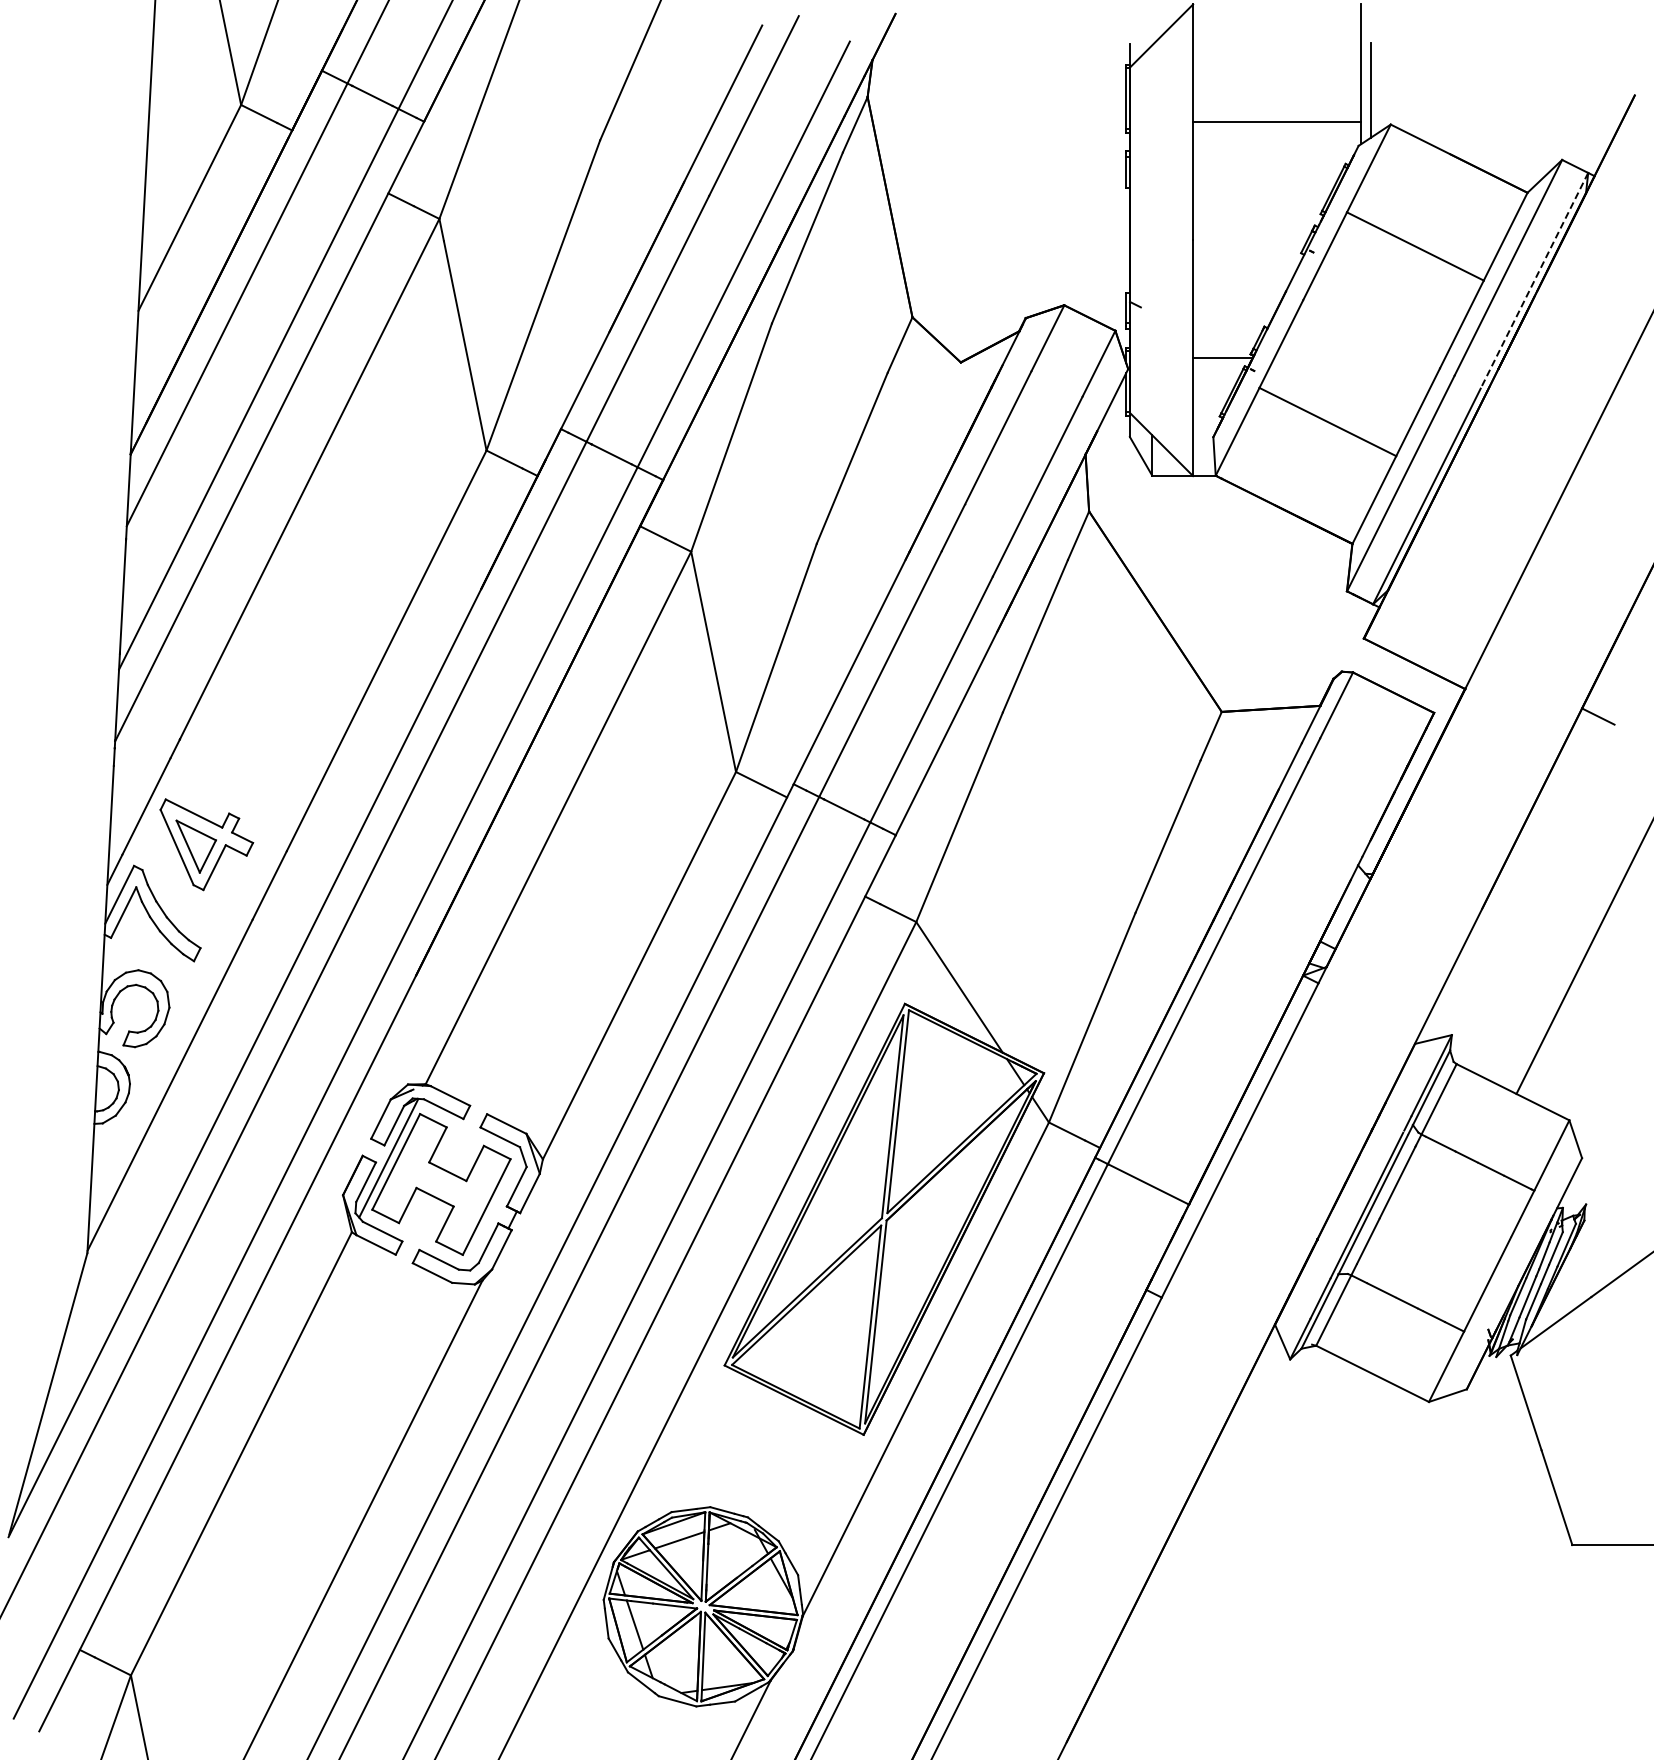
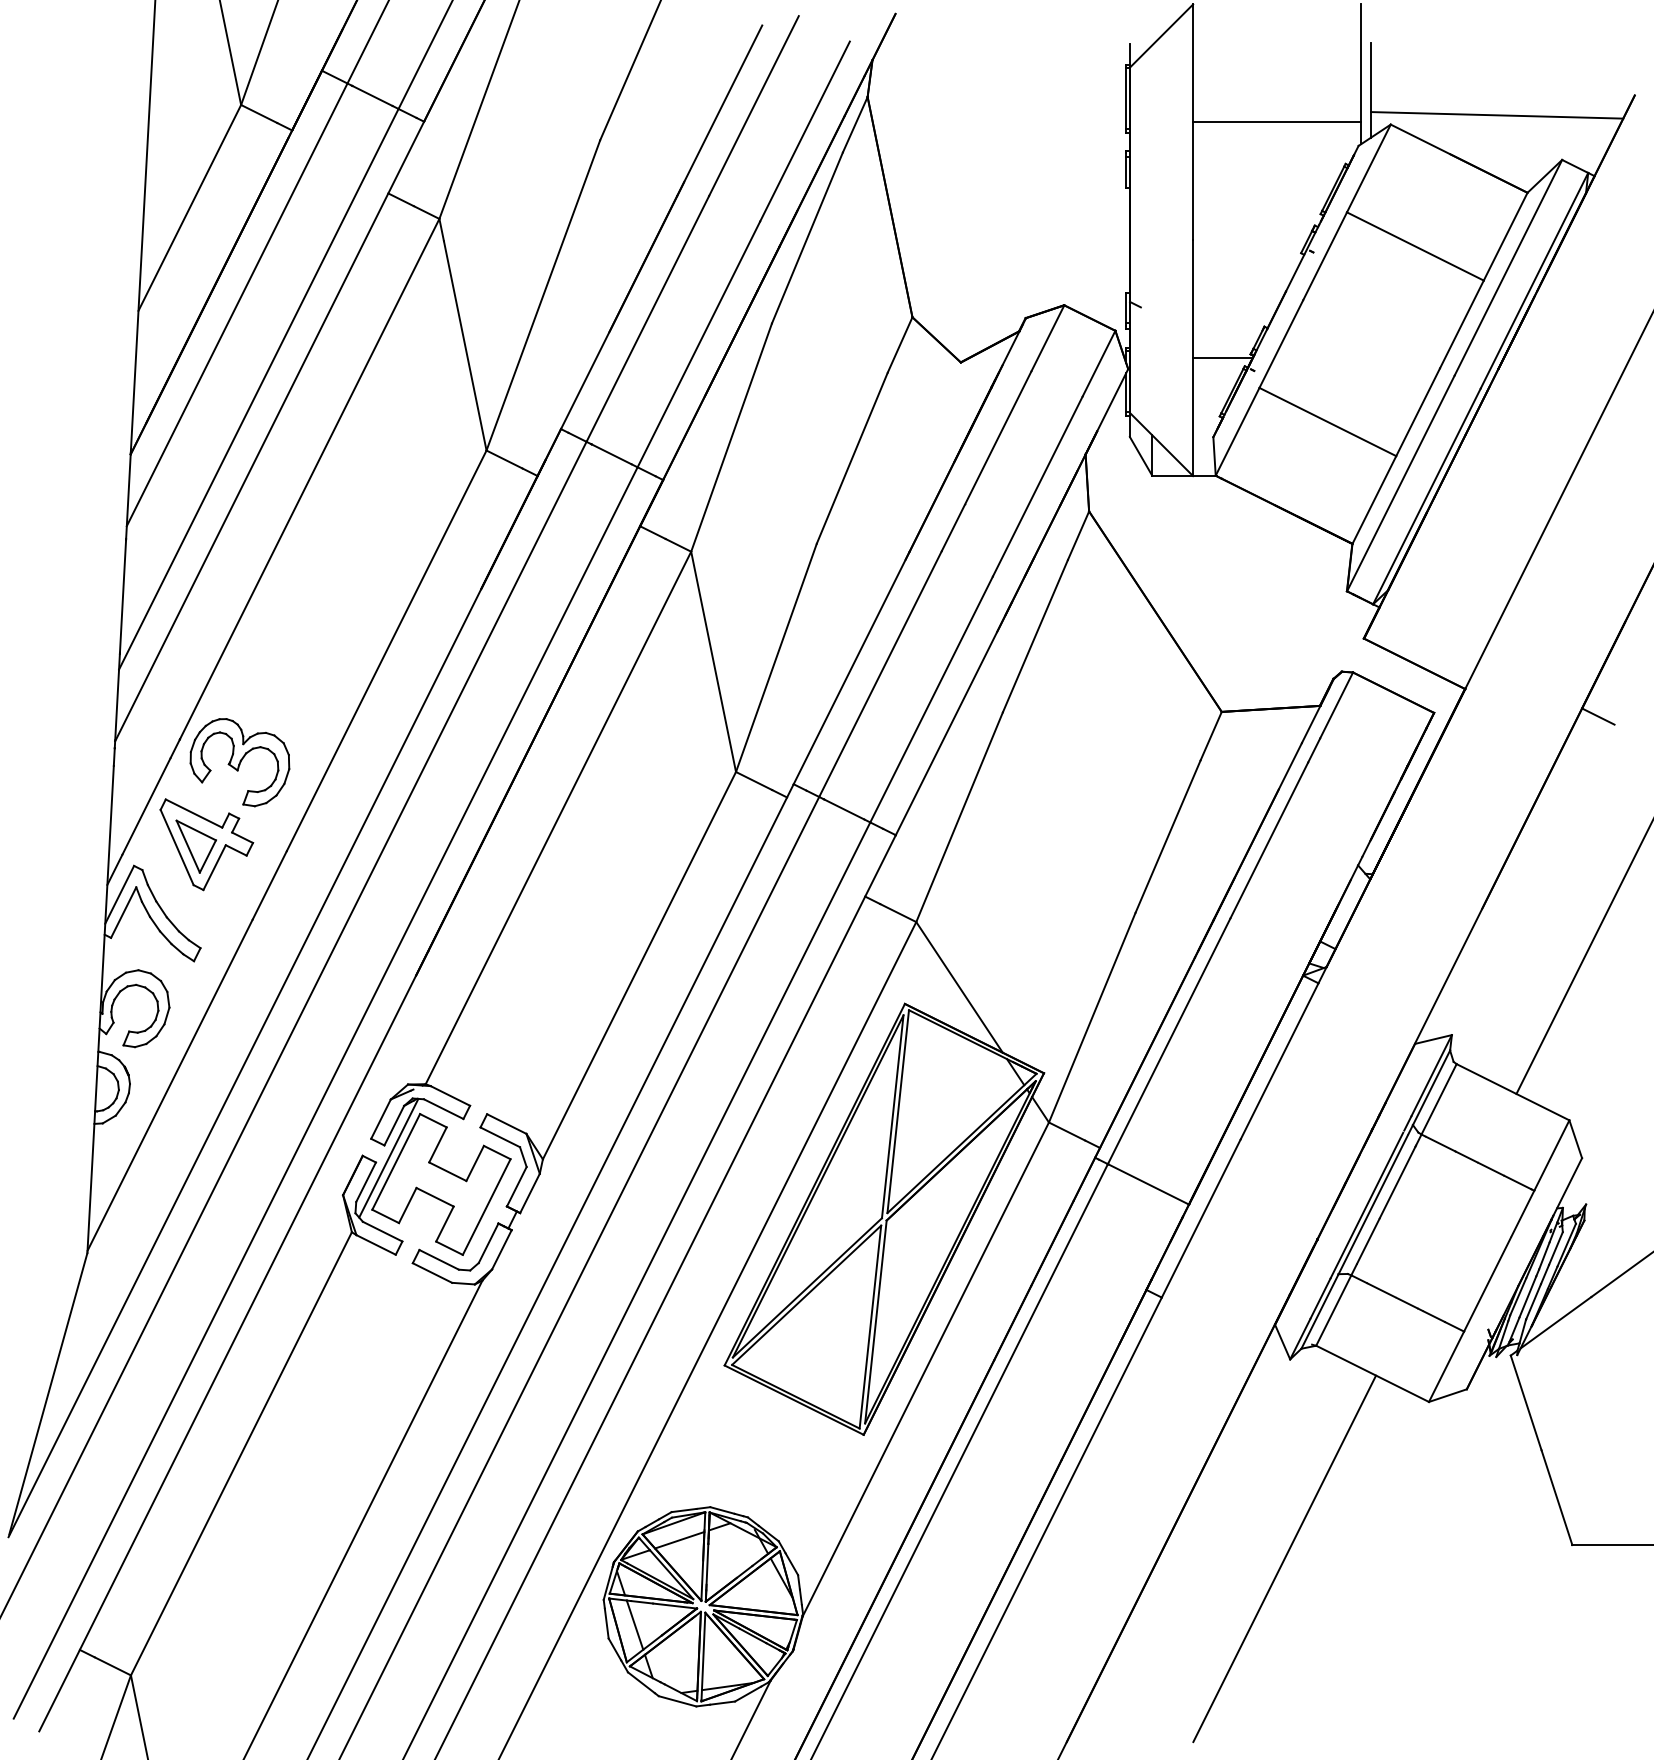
line at (1497, 115): none -> present
line at (1534, 280): dashed -> solid
part at (239, 762): none -> present
line at (1284, 1558): none -> present
